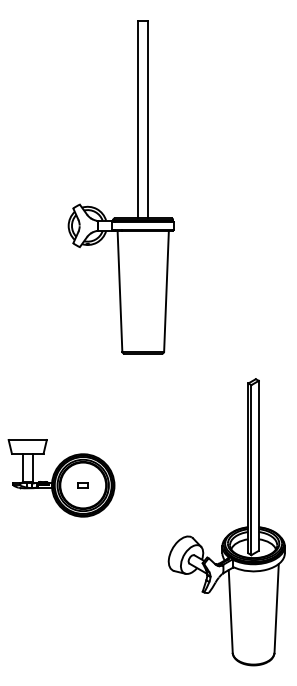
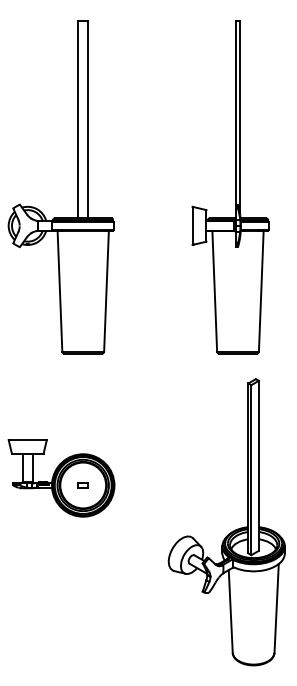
part at (137, 187) position: (137, 187) -> (77, 187)
part at (230, 187): none -> present
